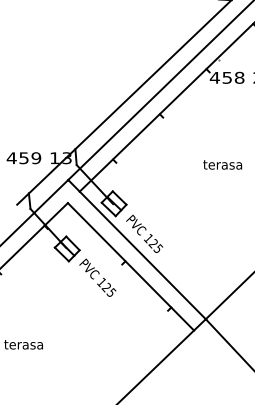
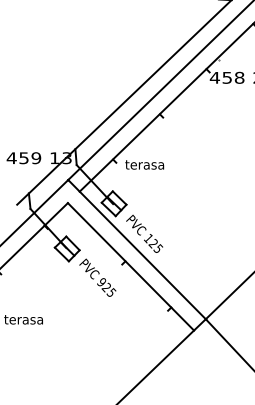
text at (222, 164) position: (222, 164) -> (144, 164)
text at (101, 282): 125 -> 925
text at (23, 344) position: (23, 344) -> (23, 319)
